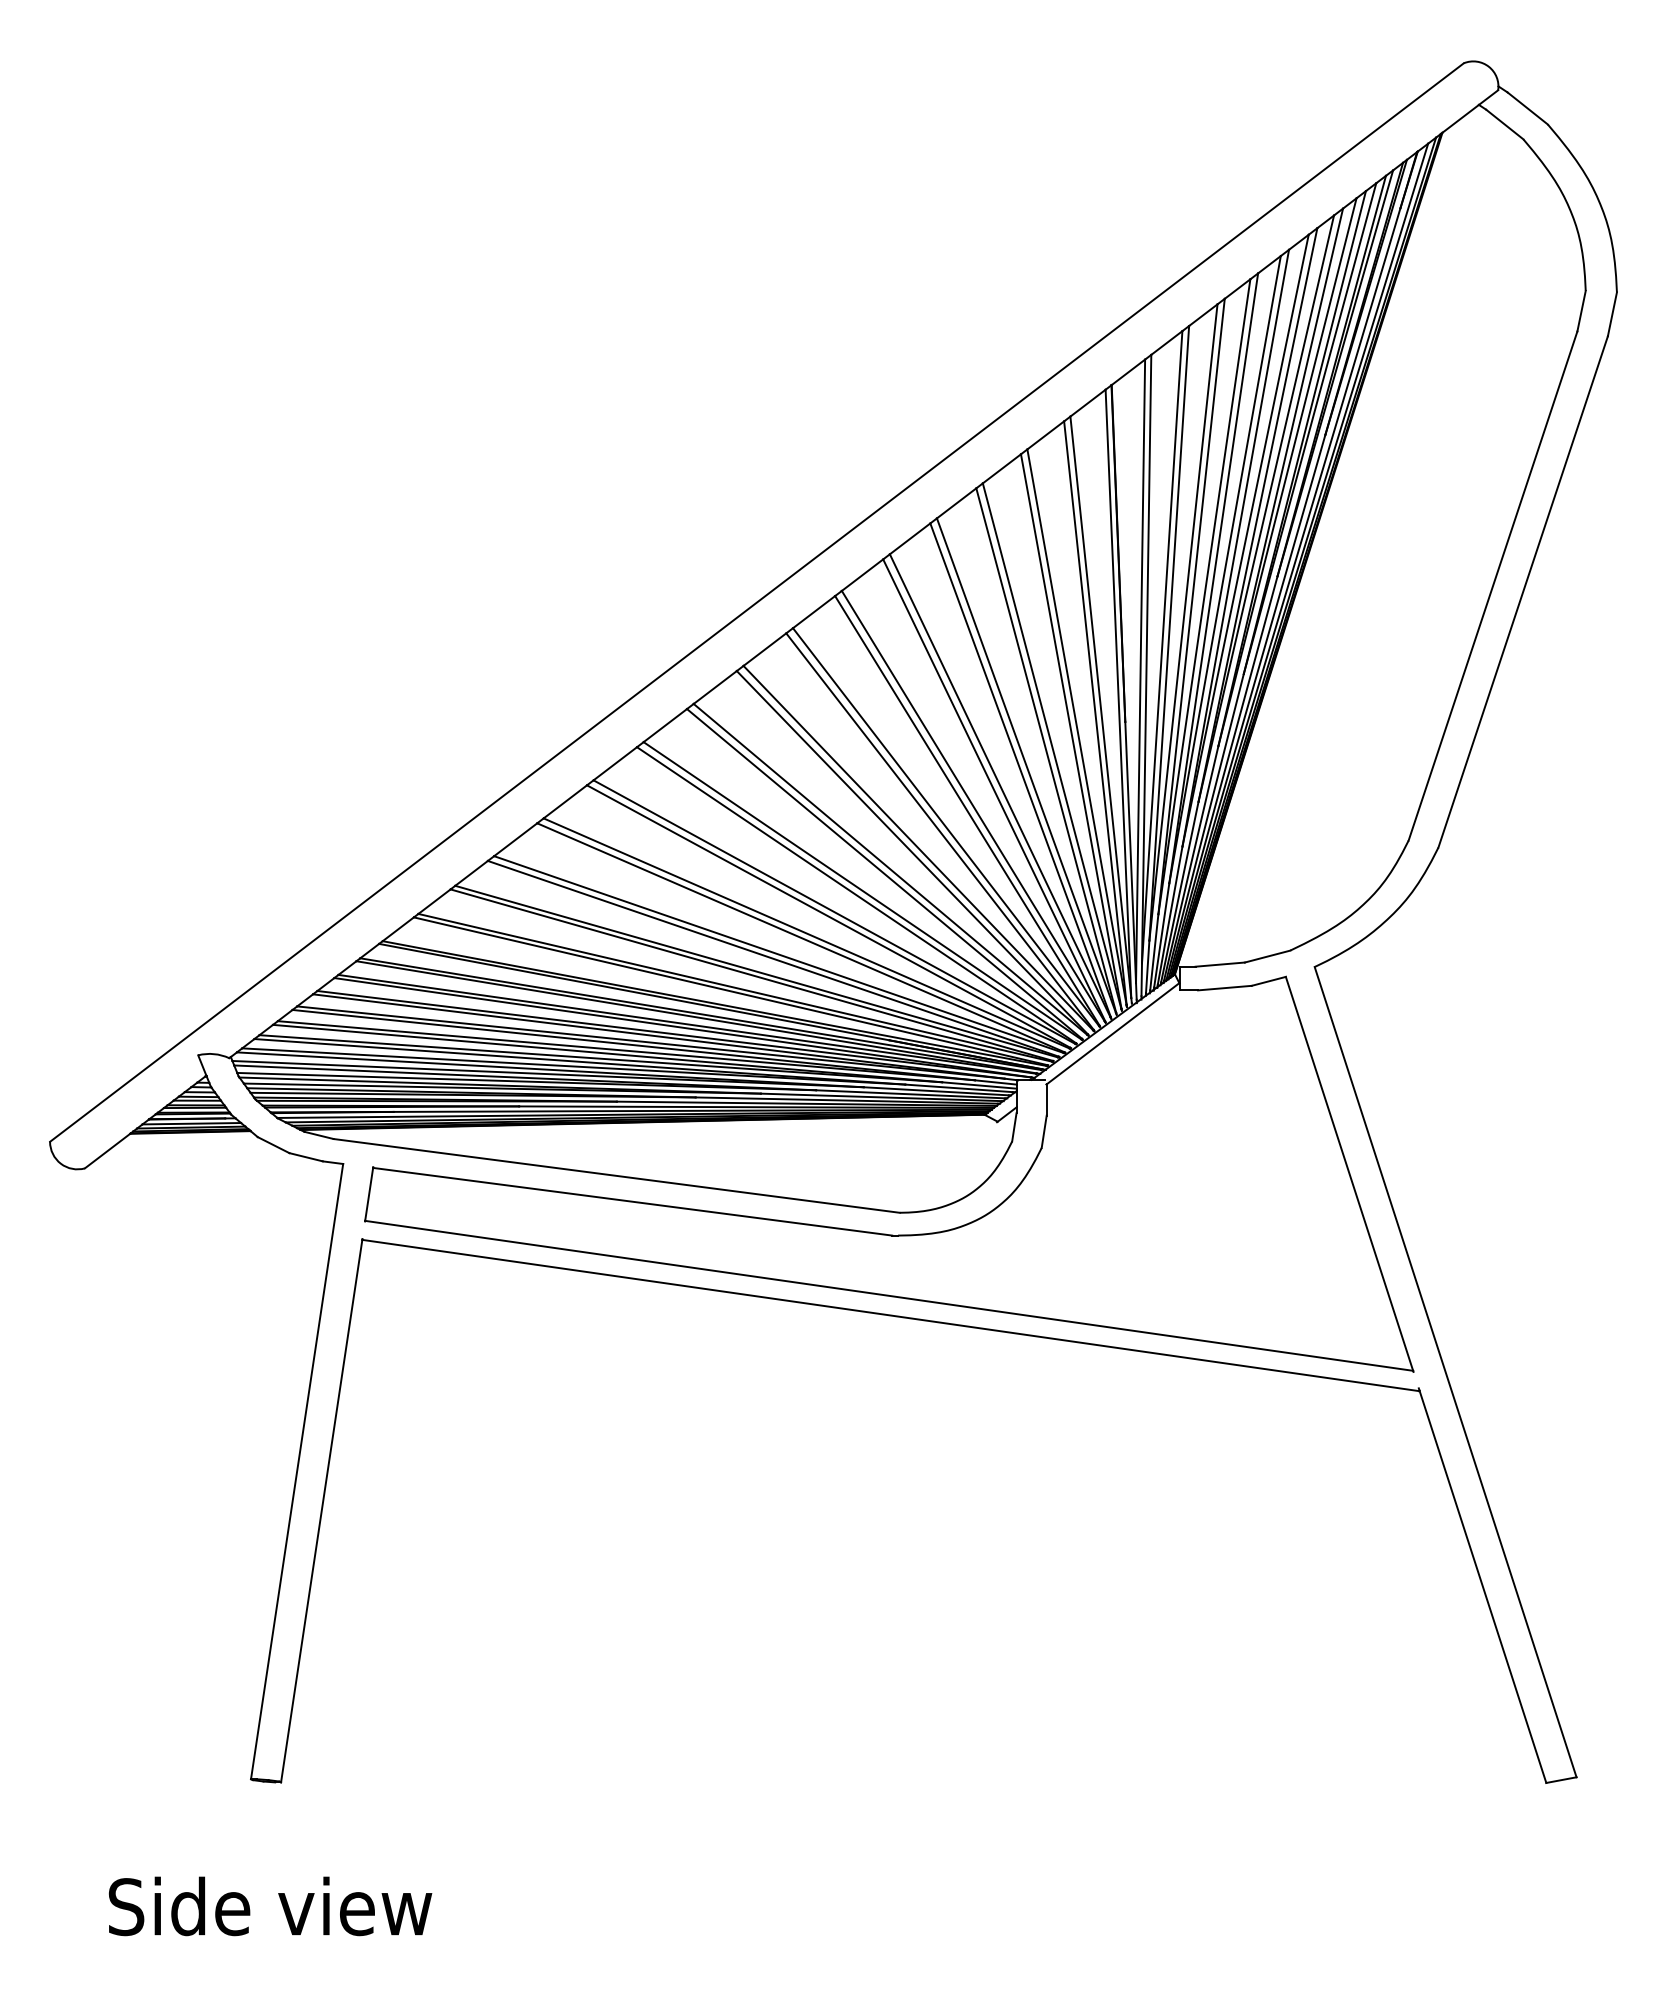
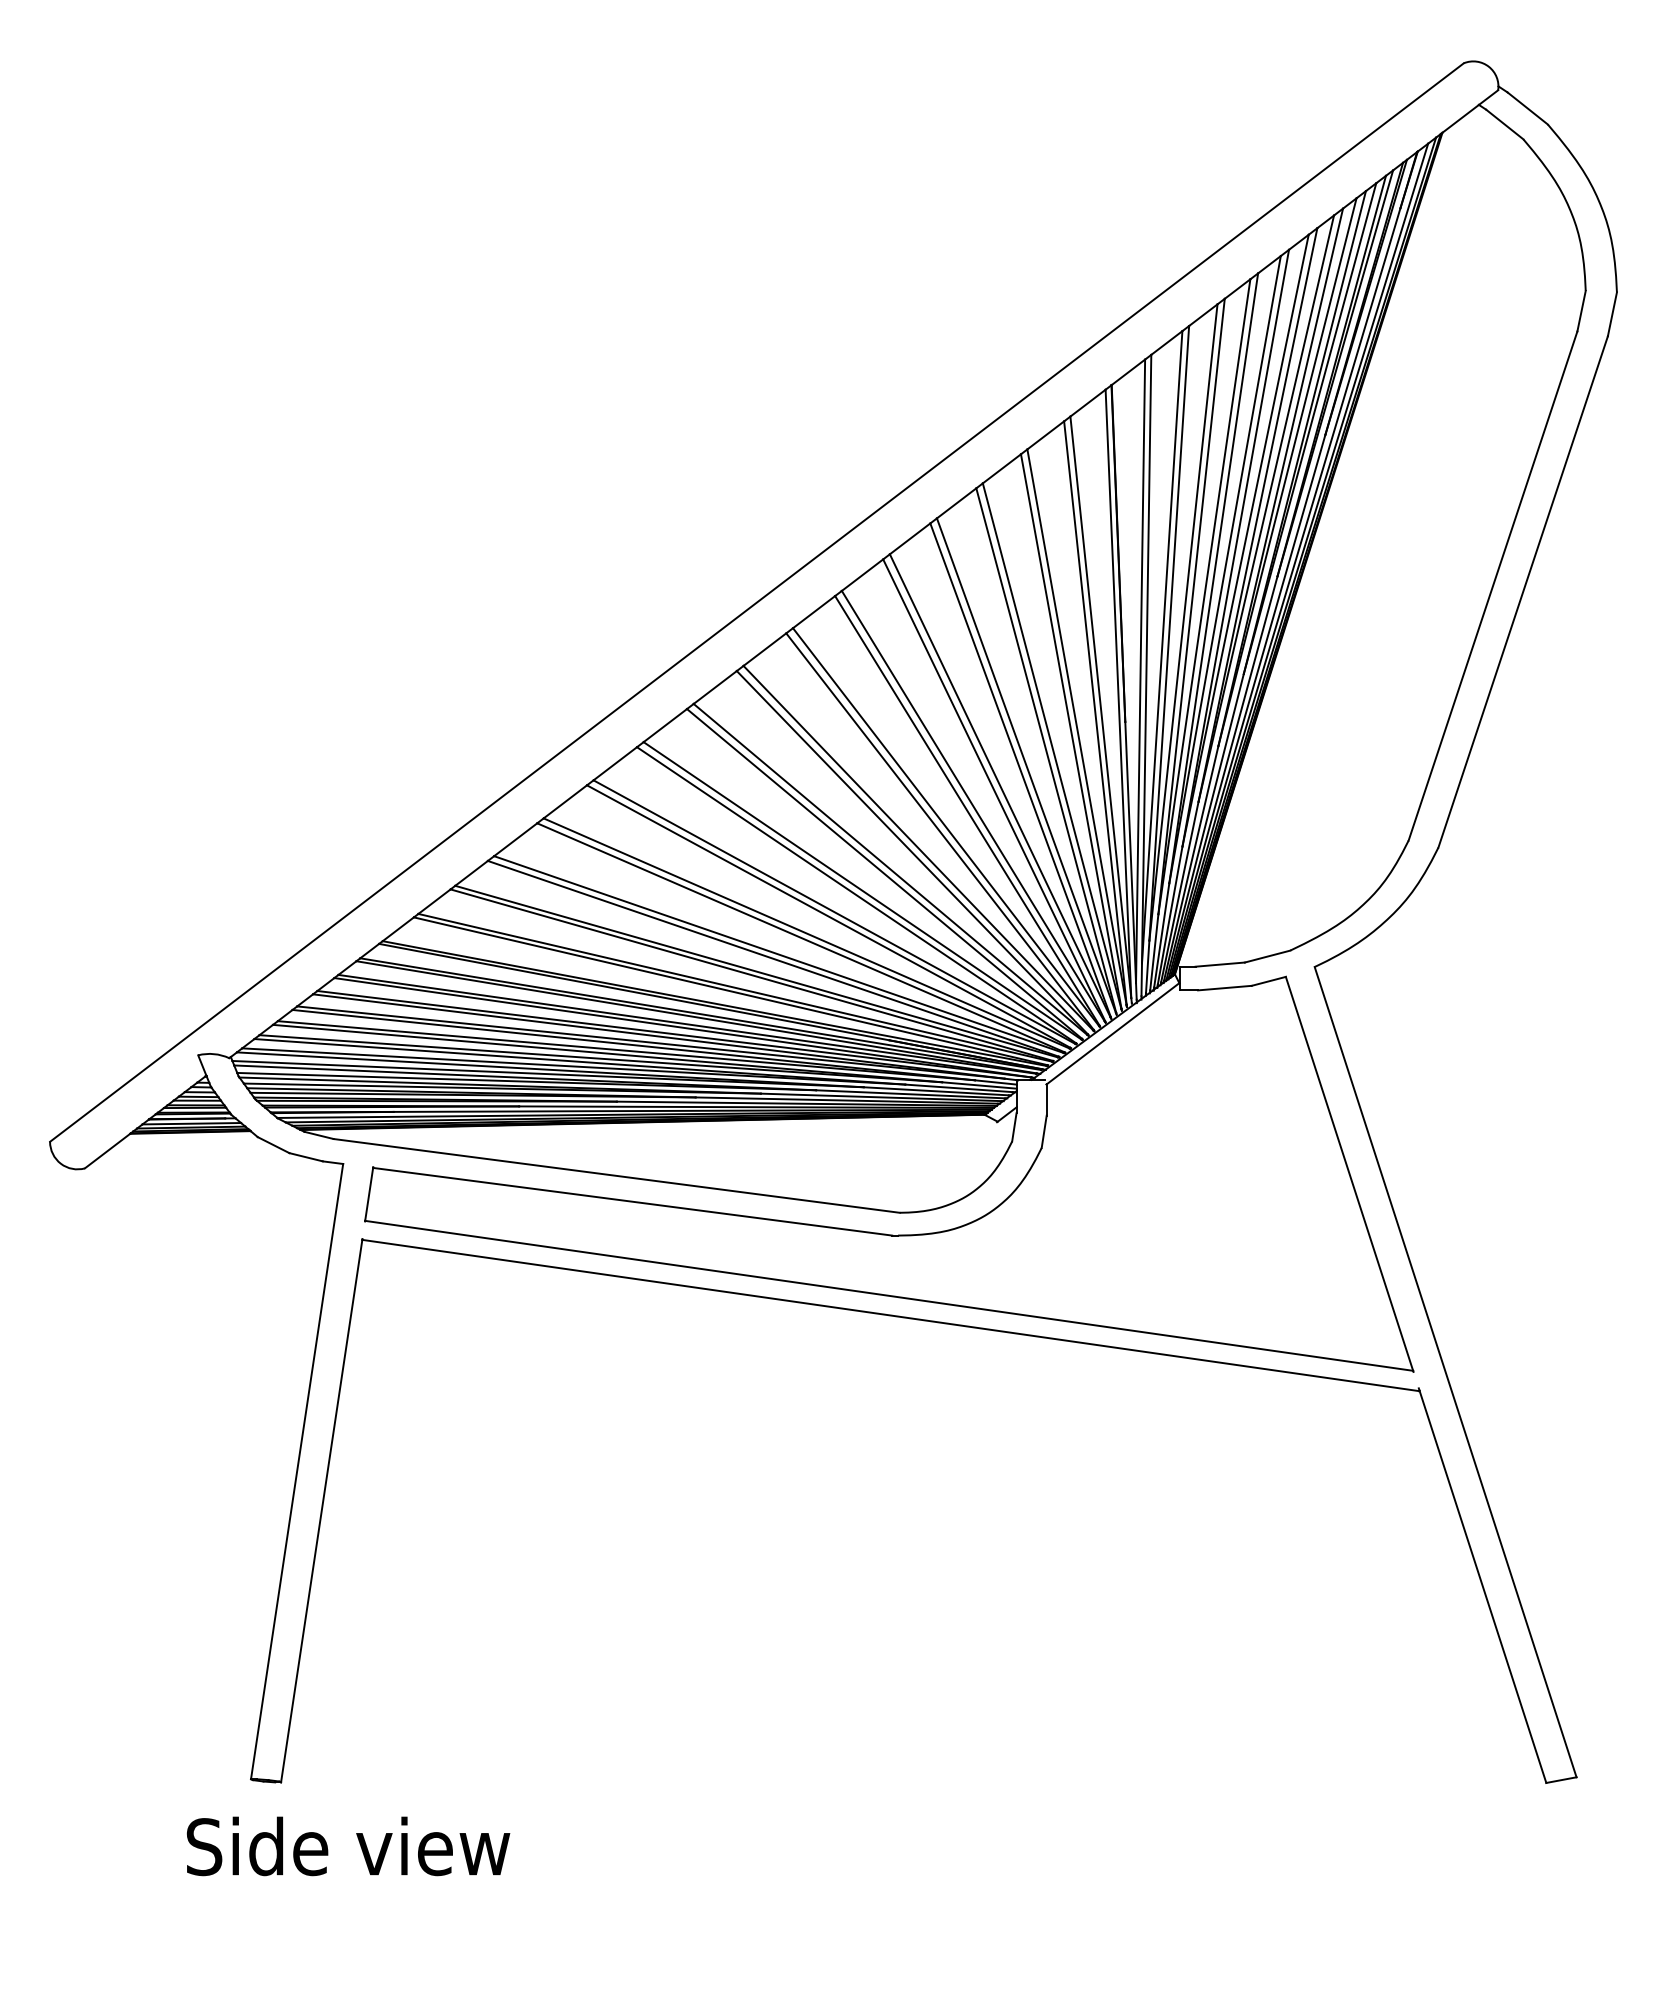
text at (270, 1906) position: (270, 1906) -> (348, 1846)
